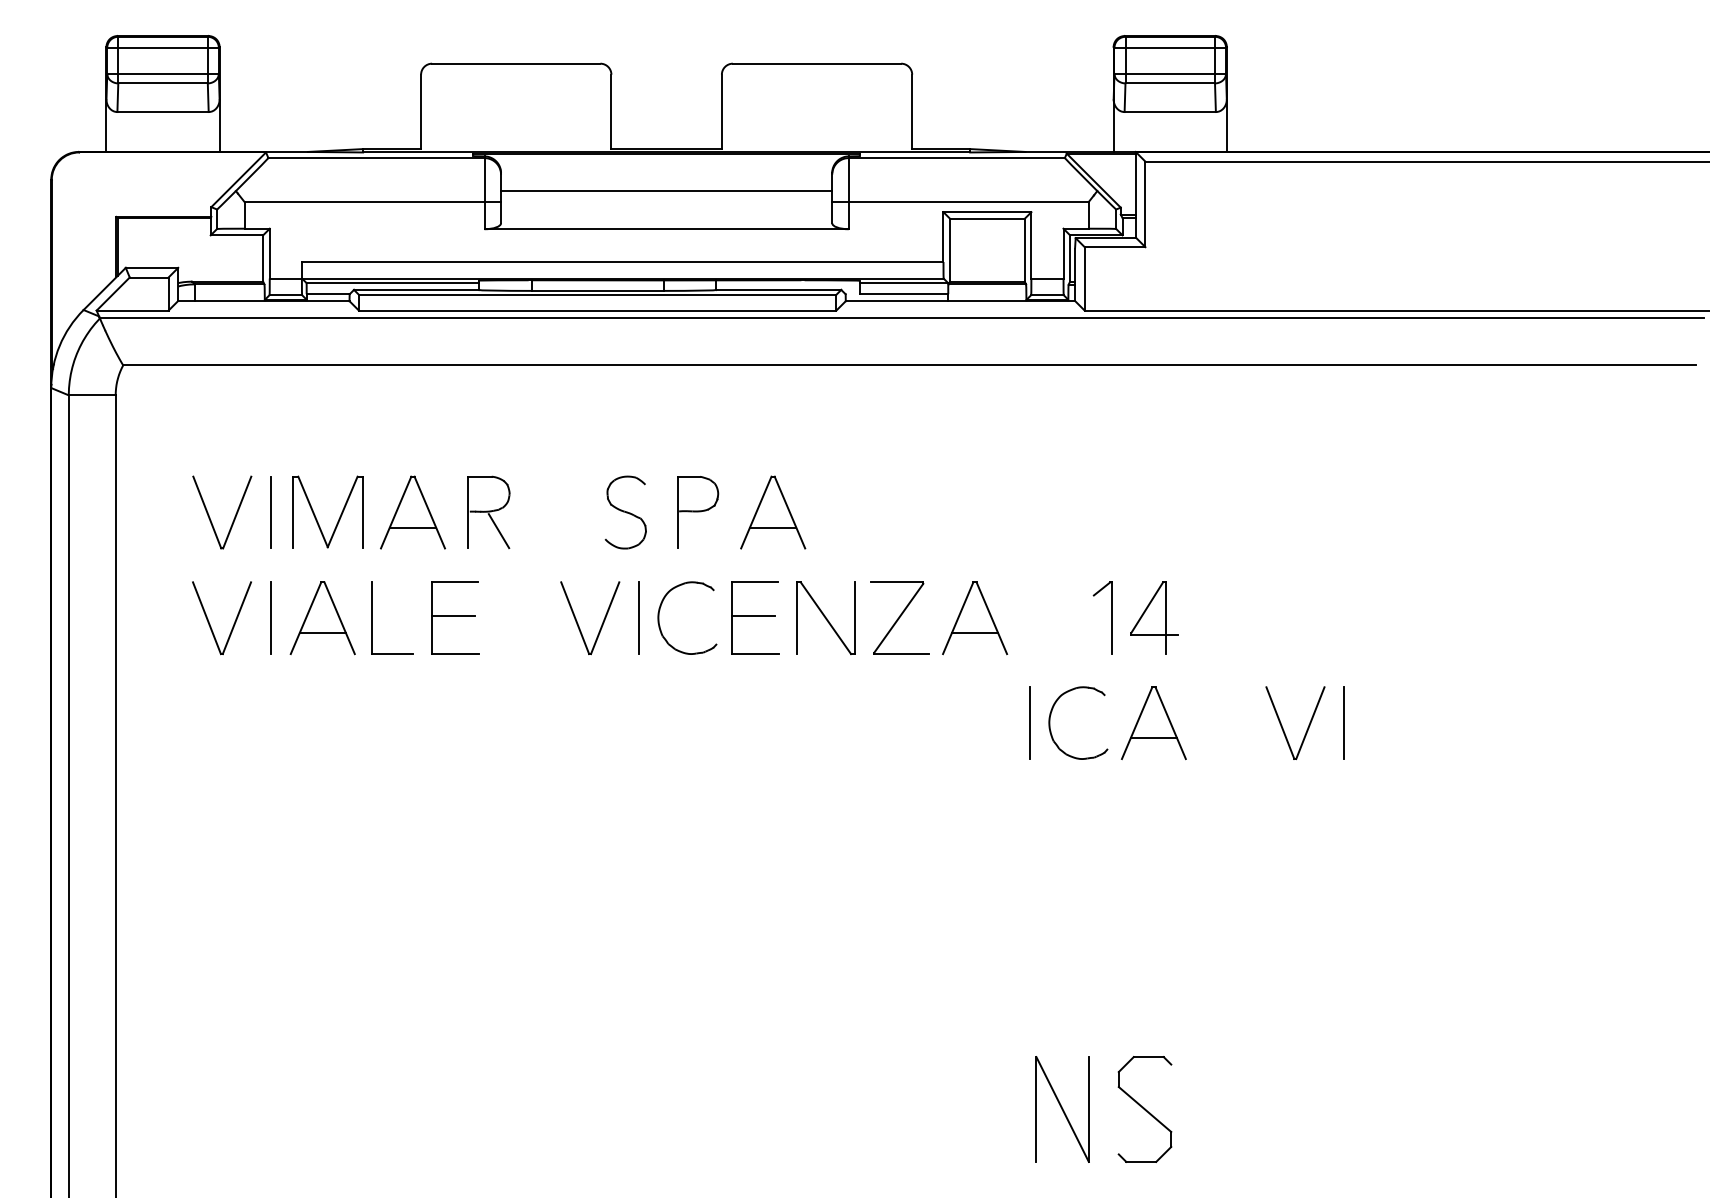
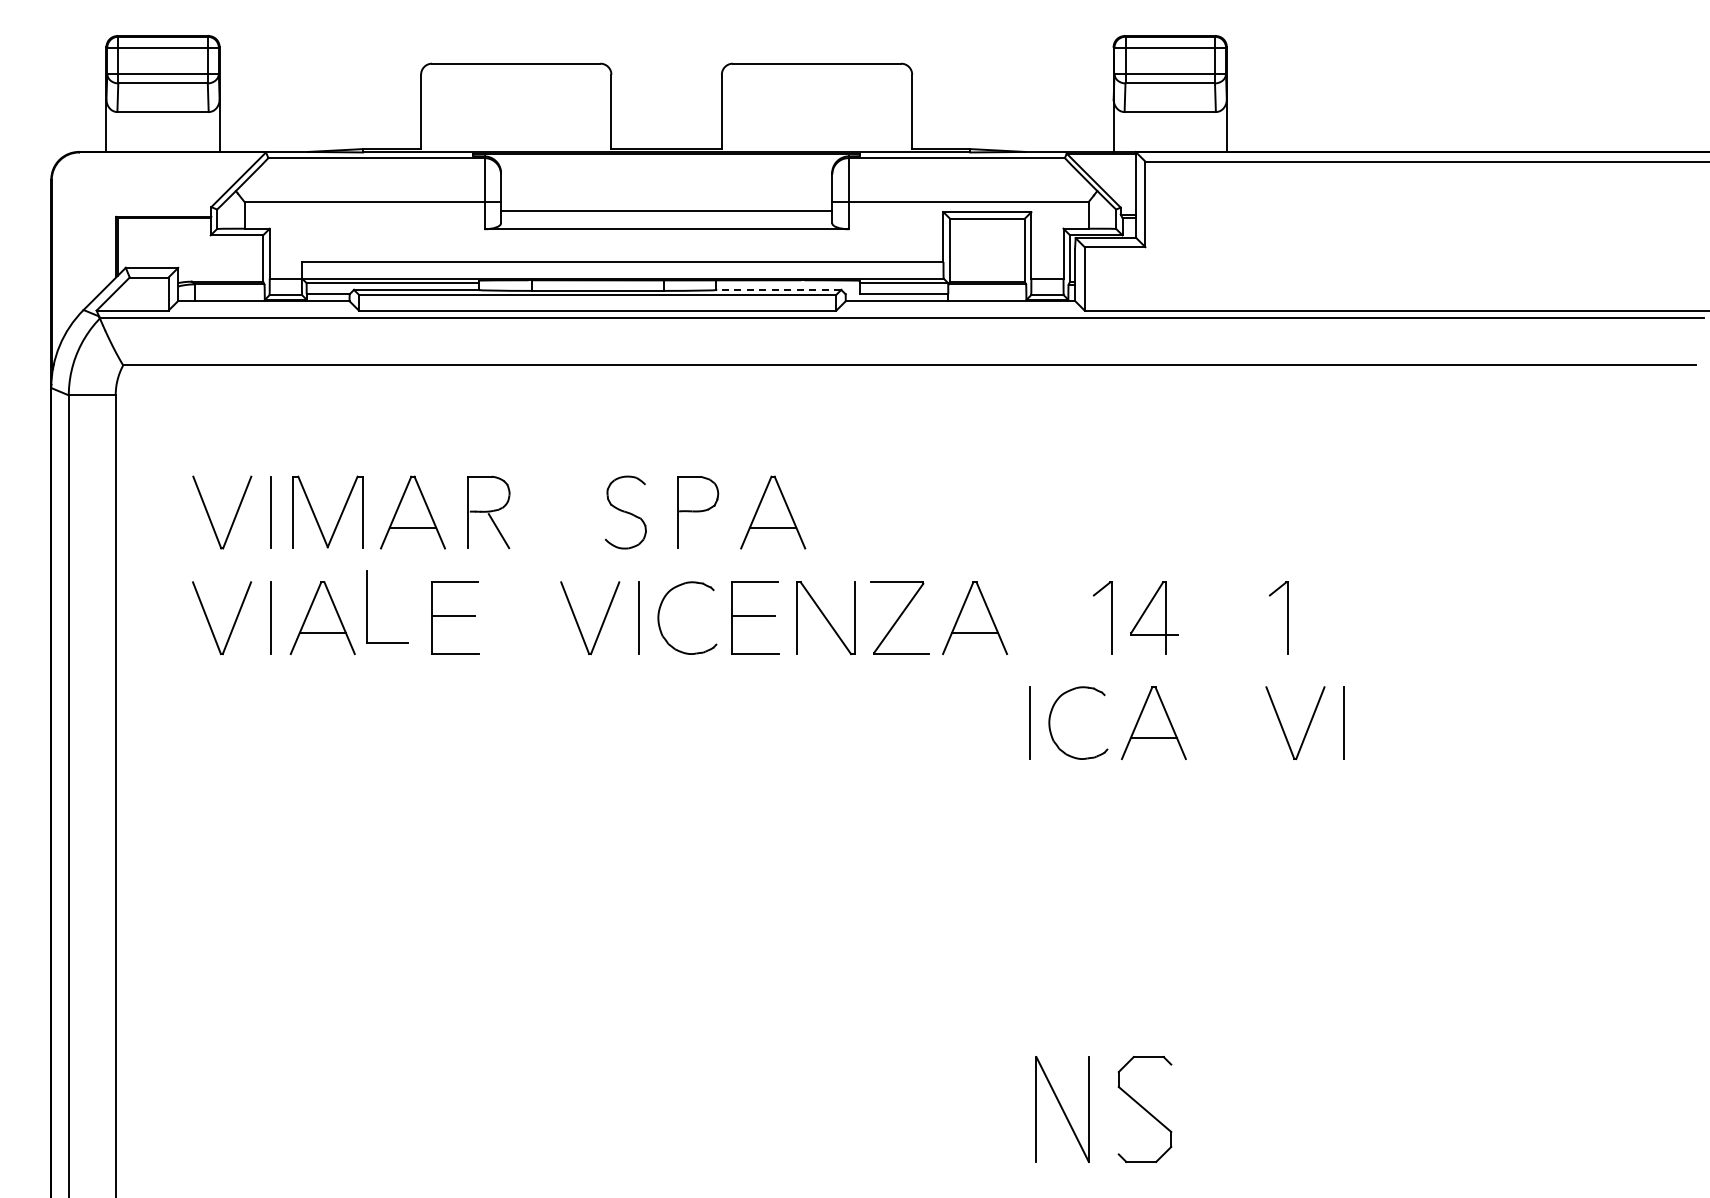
line at (666, 190) position: (666, 190) -> (666, 210)
line at (778, 289): solid -> dashed
part at (372, 617) position: (372, 617) -> (367, 606)
part at (1287, 617): none -> present
